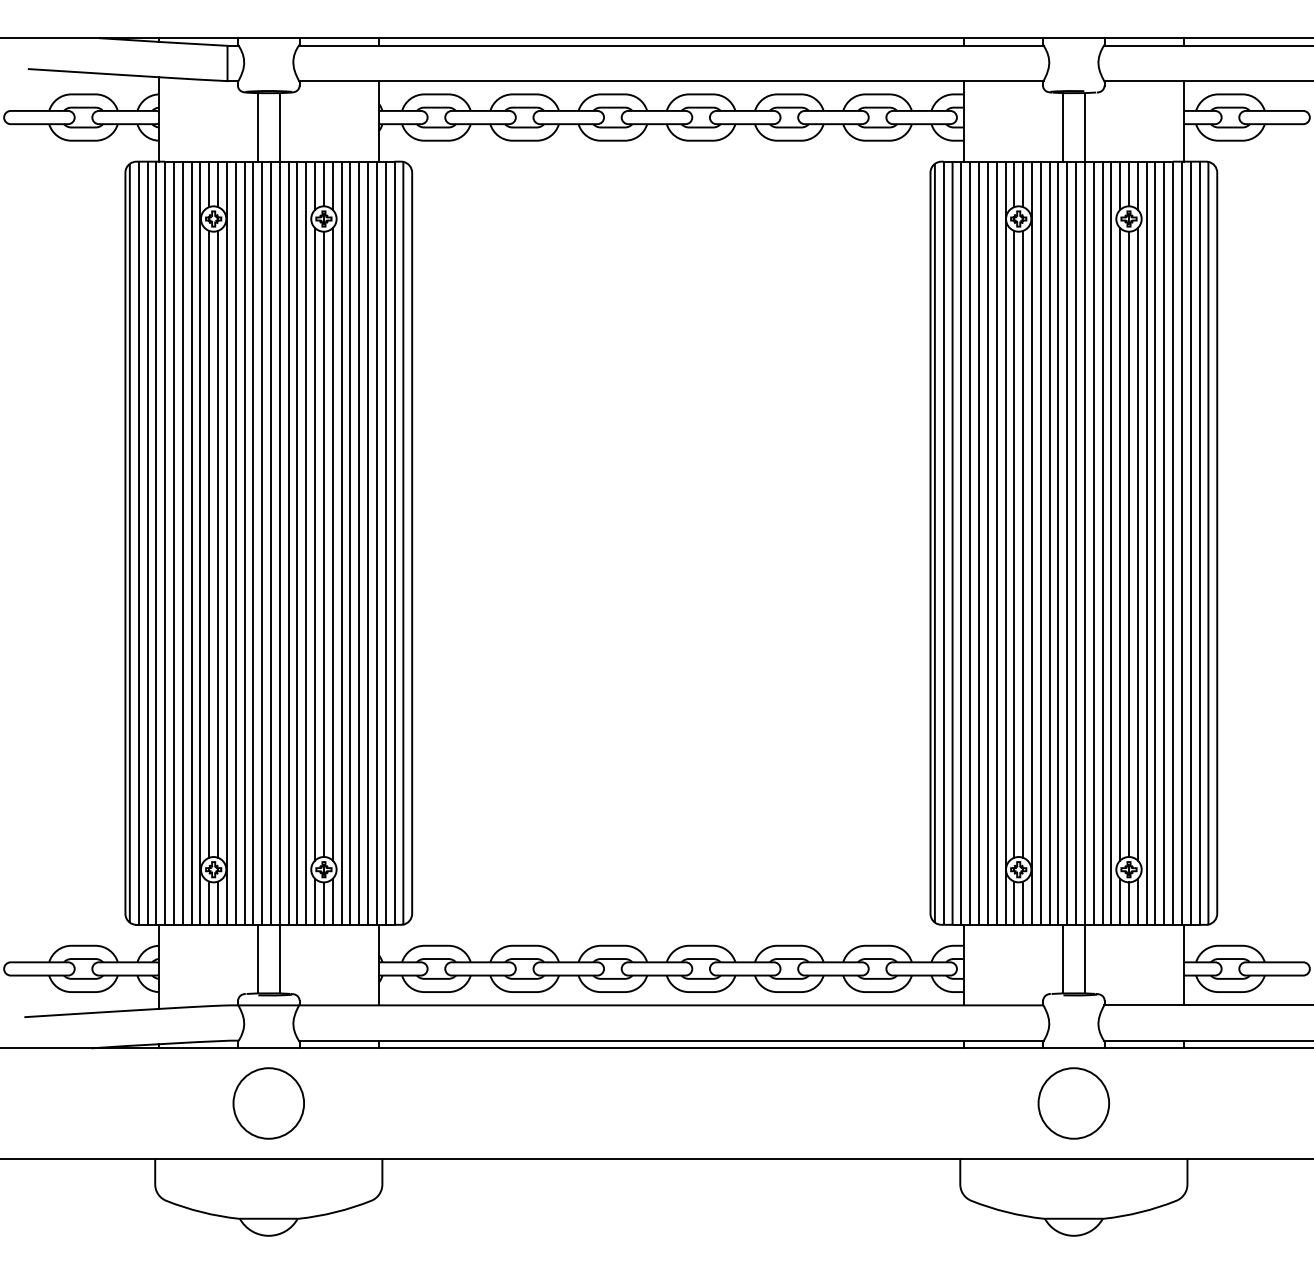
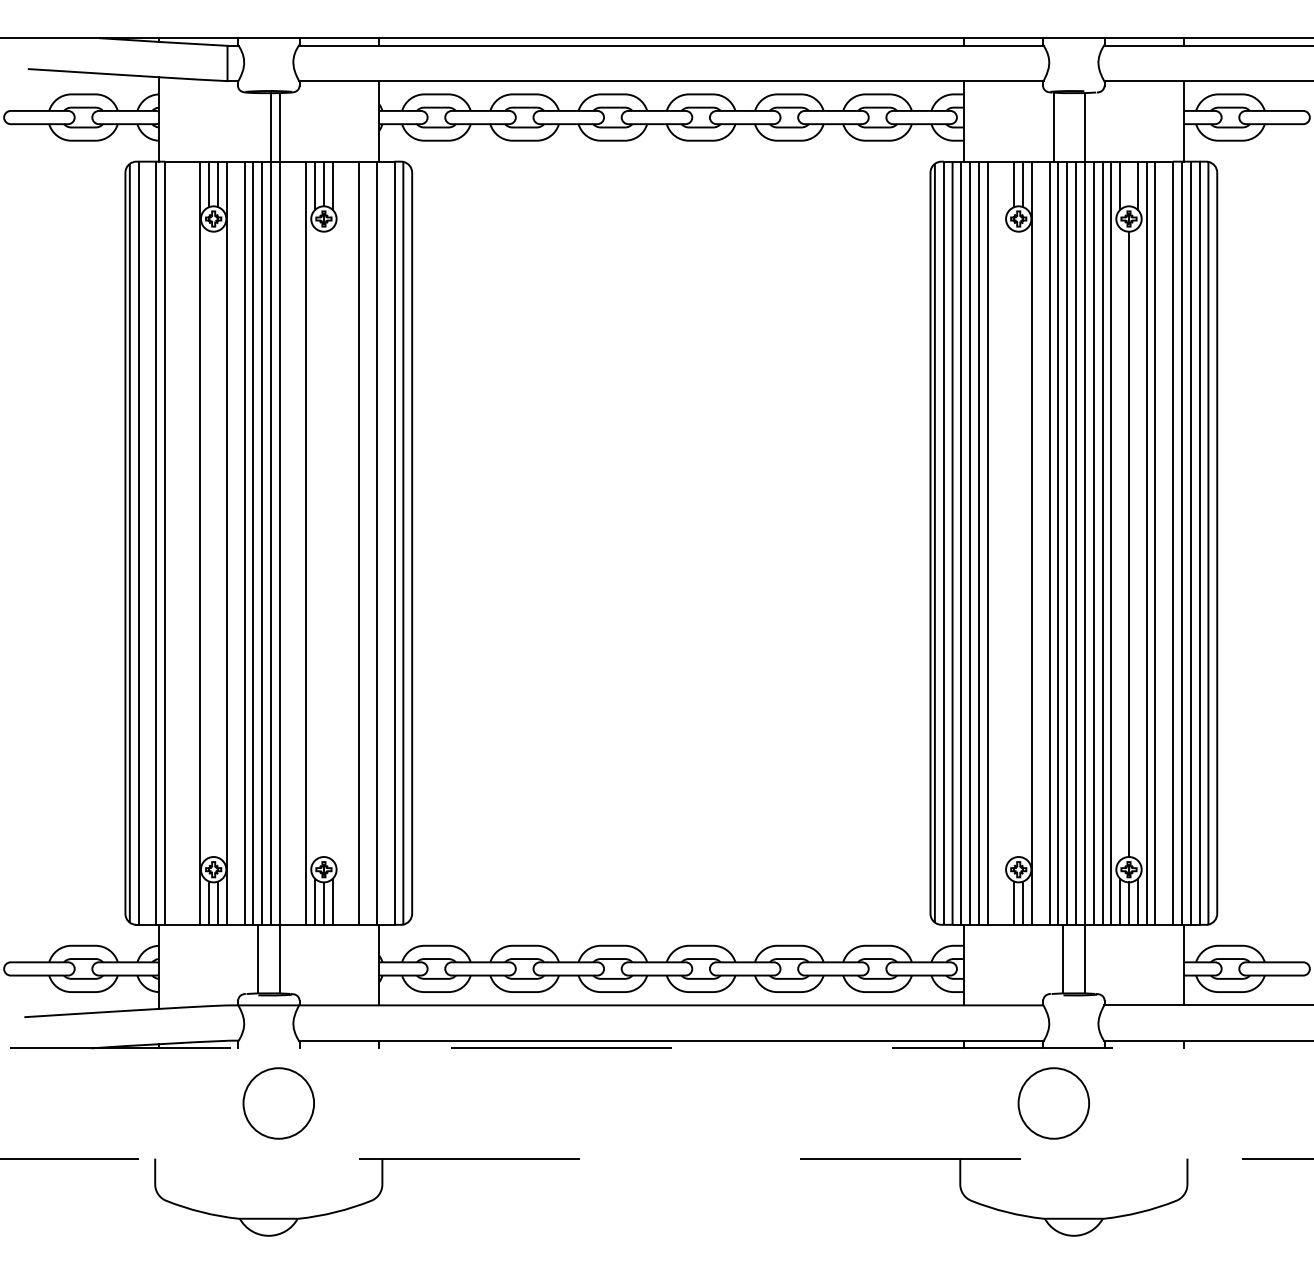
line at (257, 127) position: (257, 127) -> (270, 127)
line at (1062, 127) position: (1062, 127) -> (1053, 127)
line at (1129, 183): present -> none
line at (147, 542): present -> none
line at (173, 542): present -> none
line at (182, 542): present -> none
line at (191, 542): present -> none
line at (235, 542): present -> none
line at (288, 542): present -> none
line at (297, 542): present -> none
line at (341, 542): present -> none
line at (350, 542): present -> none
line at (368, 542): present -> none
line at (385, 542): present -> none
line at (996, 542): present -> none
line at (1005, 542): present -> none
line at (1040, 542): present -> none
line at (1164, 542): present -> none
line at (209, 543): present -> none
line at (218, 543): present -> none
line at (1014, 543): present -> none
line at (1023, 543): present -> none
line at (315, 544): present -> none
line at (323, 544): present -> none
line at (332, 544): present -> none
line at (1120, 544): present -> none
line at (1137, 544): present -> none
line at (657, 1048): solid -> dashed
circle at (268, 1103) position: (268, 1103) -> (278, 1103)
circle at (1073, 1103) position: (1073, 1103) -> (1053, 1103)
line at (656, 1158): solid -> dashed
